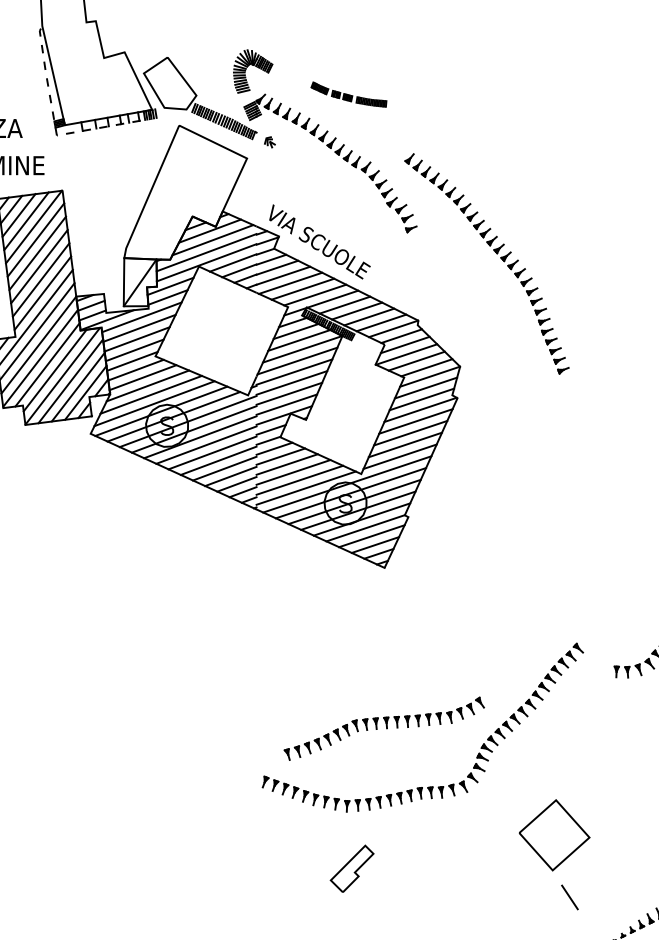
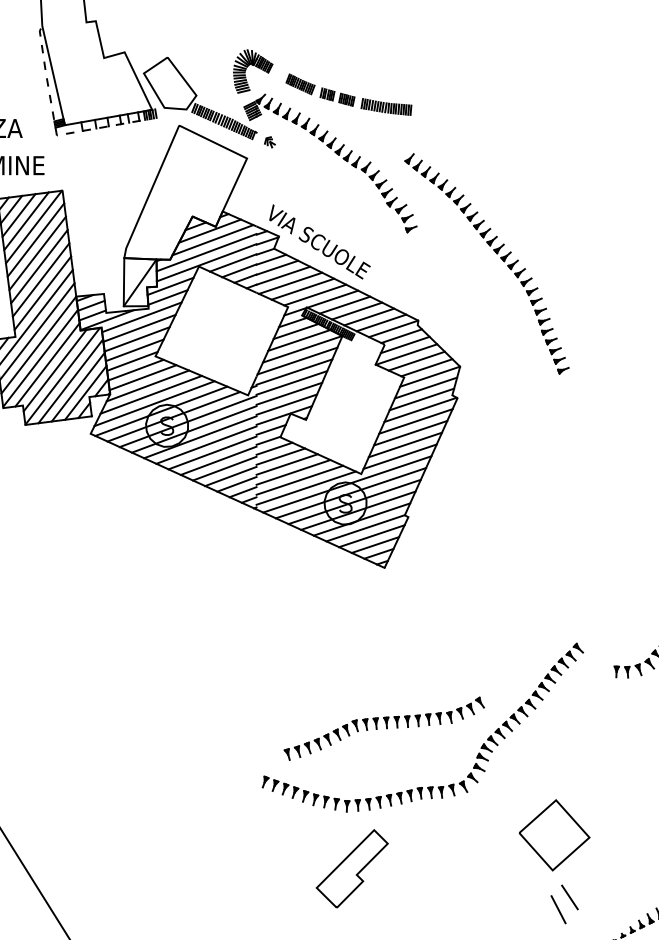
part at (348, 94) size: 78x27 px -> 128x43 px
part at (351, 868) size: 46x49 px -> 74x80 px
line at (35, 883): none -> present
line at (558, 909): none -> present
